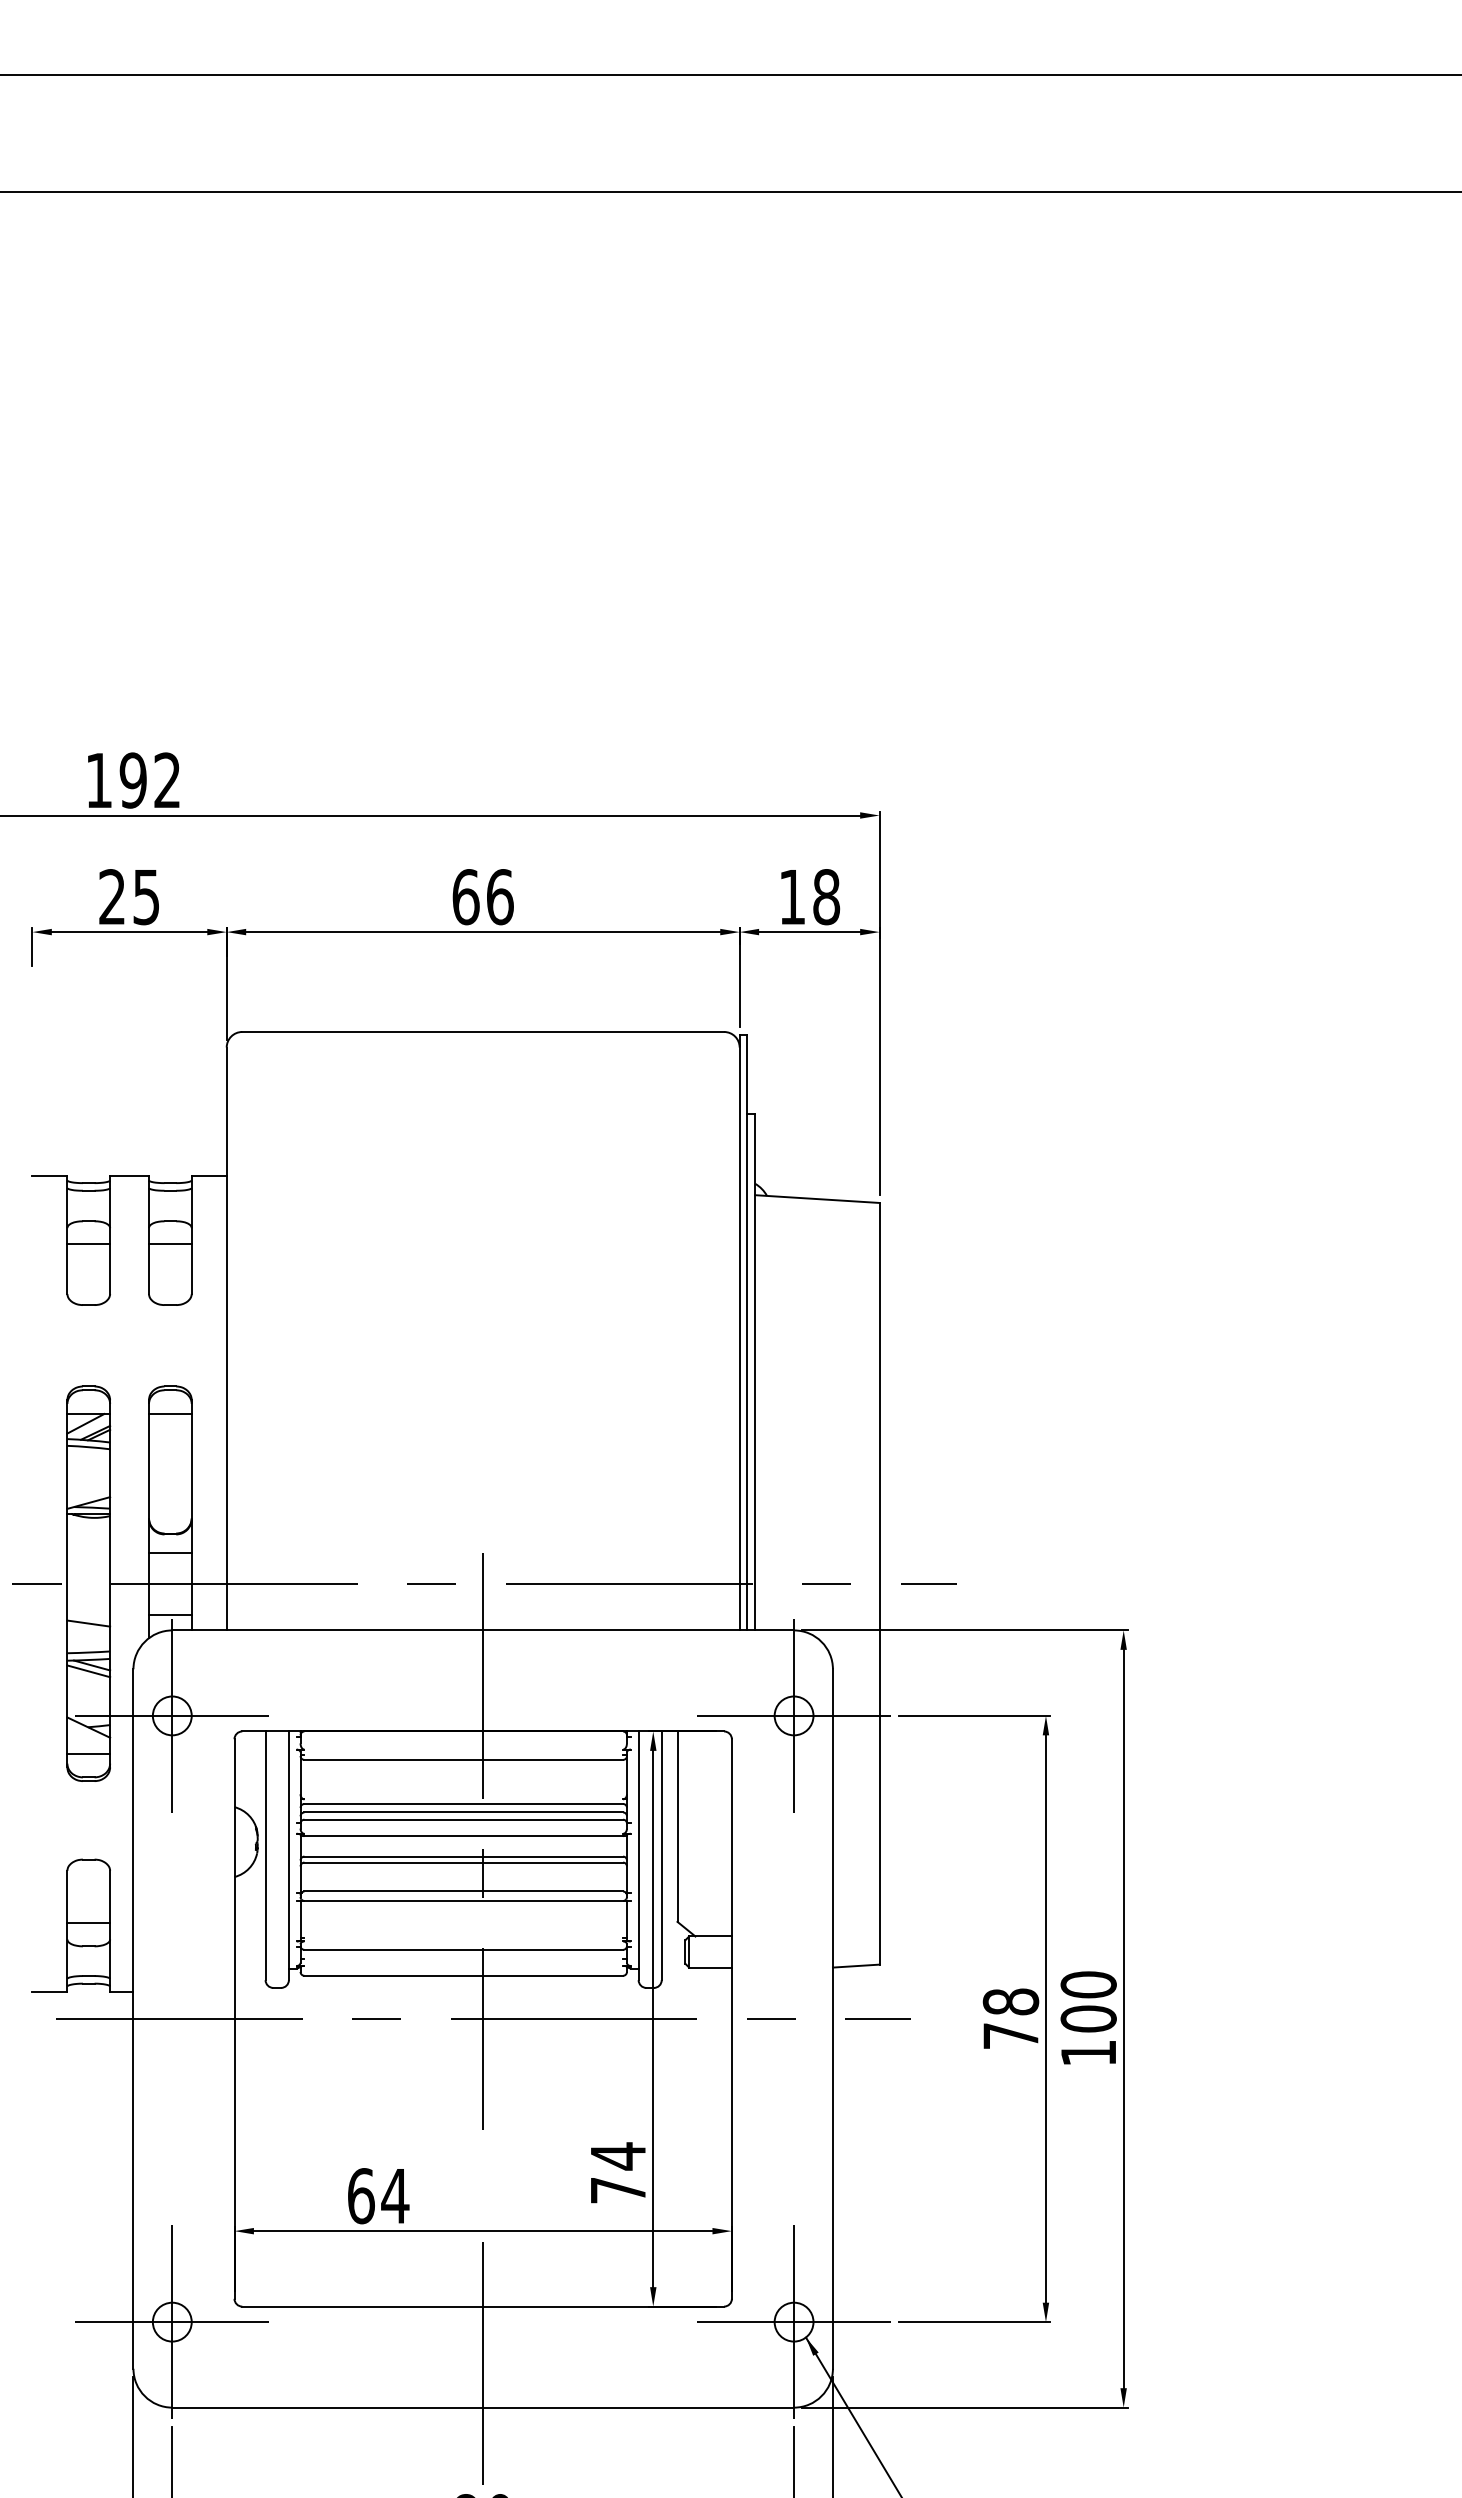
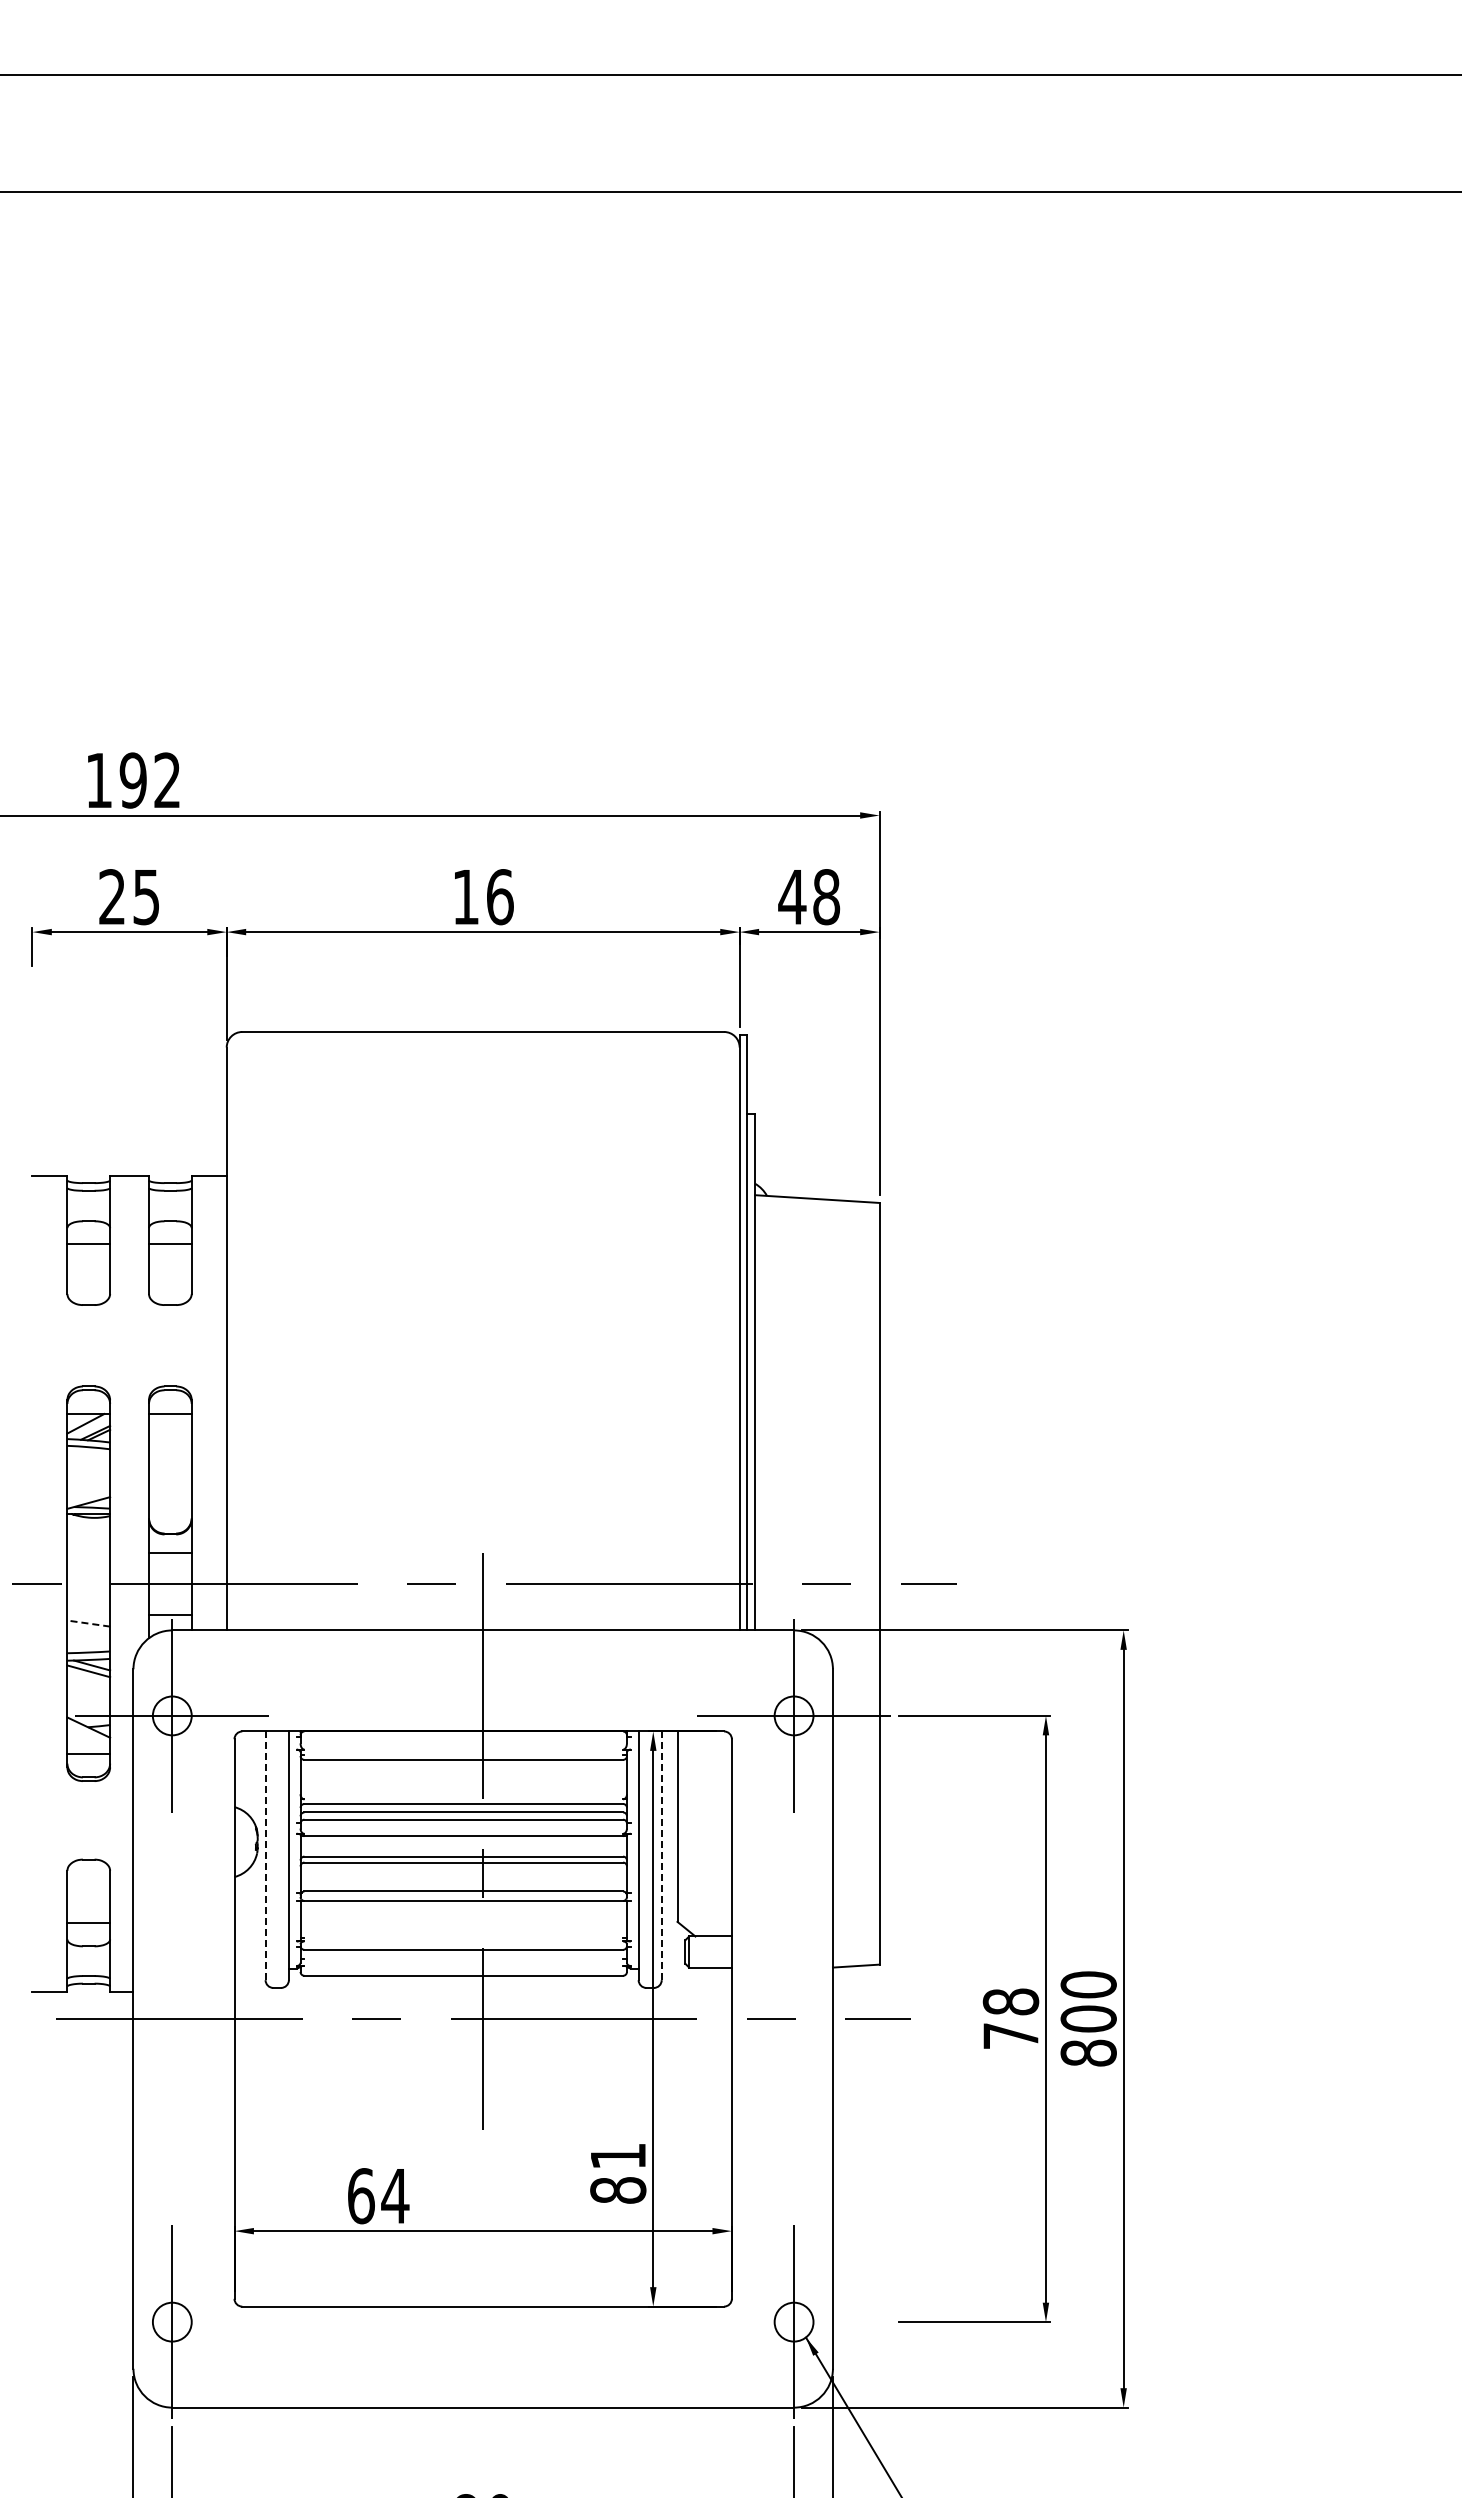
text at (465, 897): 66 -> 16
text at (792, 897): 18 -> 48
line at (88, 1623): solid -> dashed
line at (265, 1855): solid -> dashed
line at (661, 1855): solid -> dashed
text at (1088, 2052): 100 -> 800
text at (618, 2172): 74 -> 81
line at (172, 2322): present -> none
line at (793, 2322): present -> none
line at (483, 2363): present -> none
